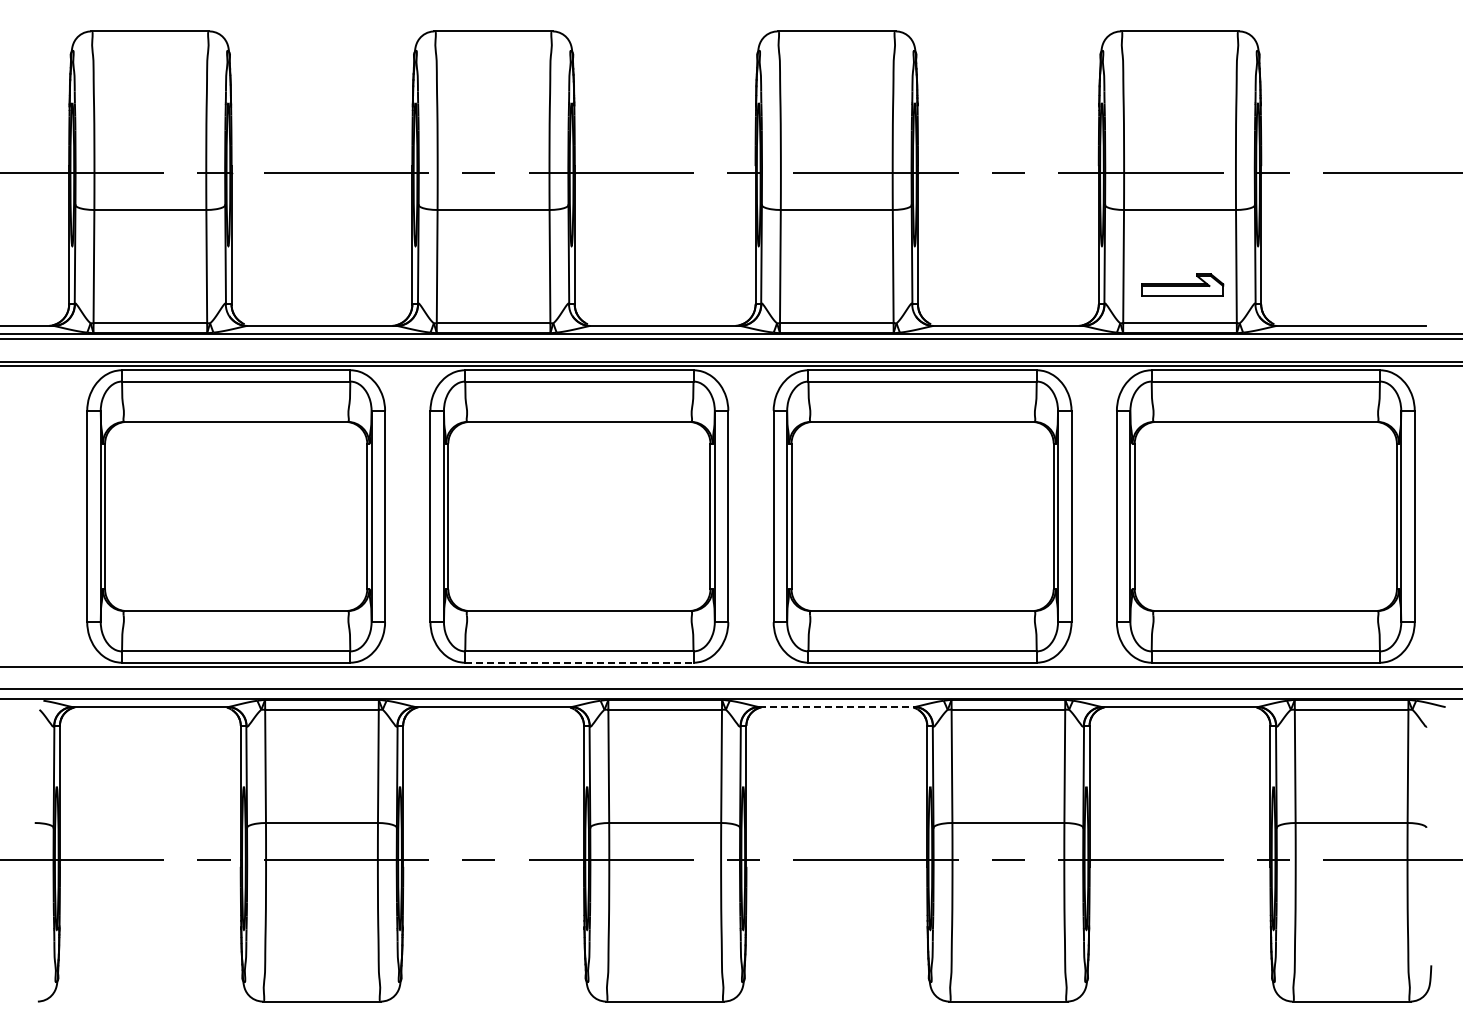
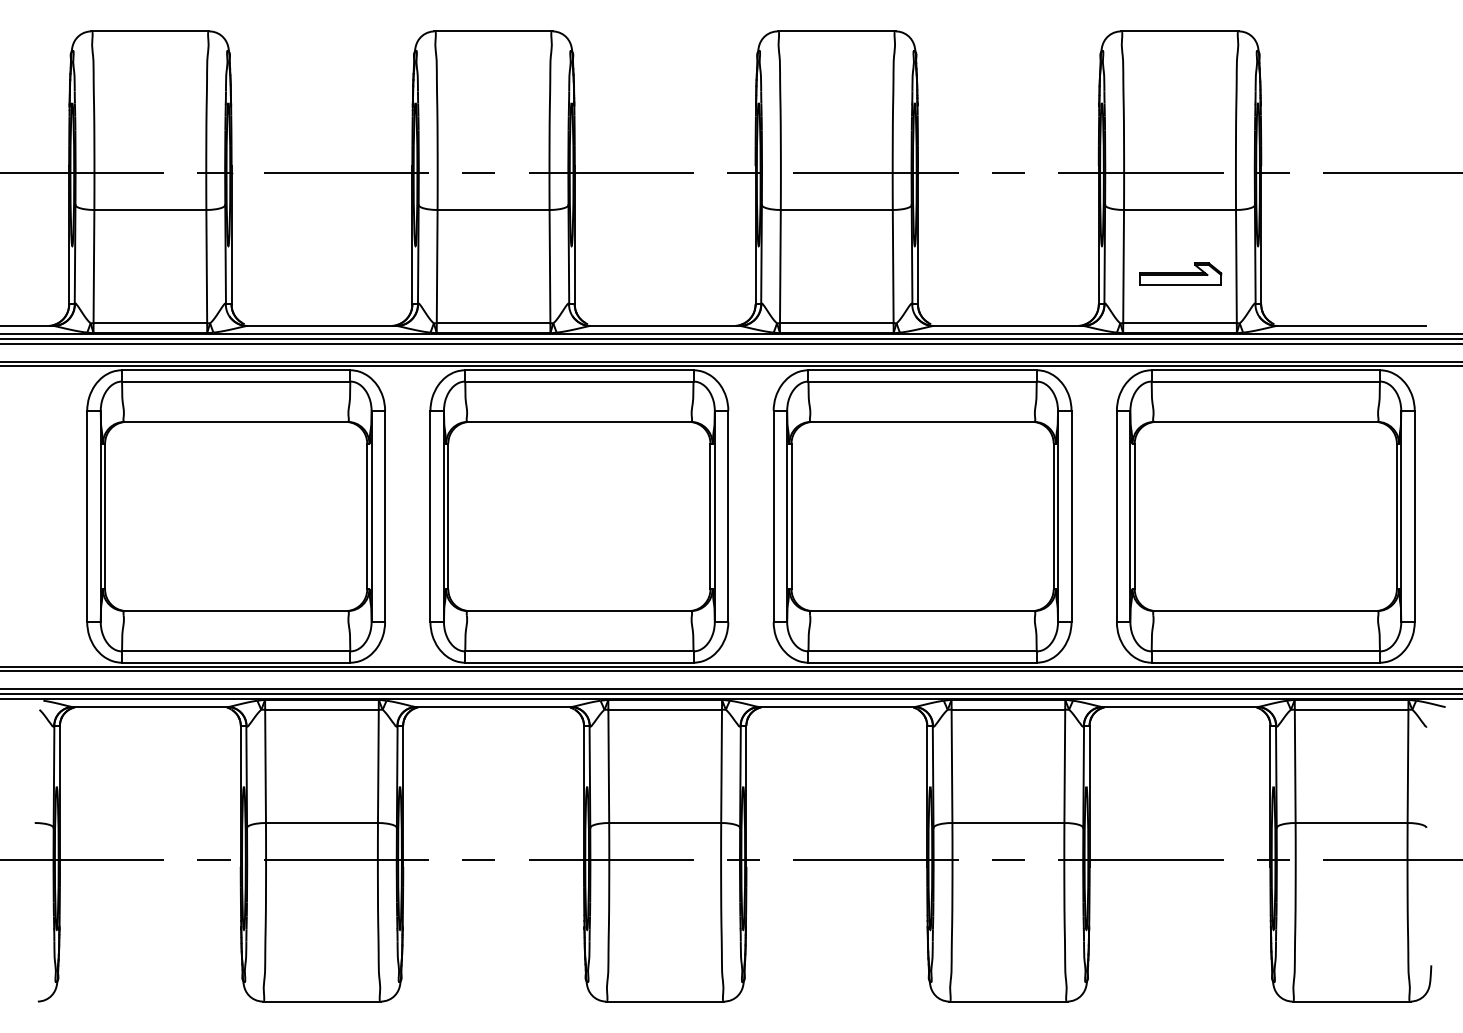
part at (1182, 284) position: (1182, 284) -> (1180, 273)
line at (730, 344): none -> present
line at (579, 662): dashed -> solid
line at (730, 671): none -> present
line at (730, 693): none -> present
line at (836, 707): dashed -> solid
